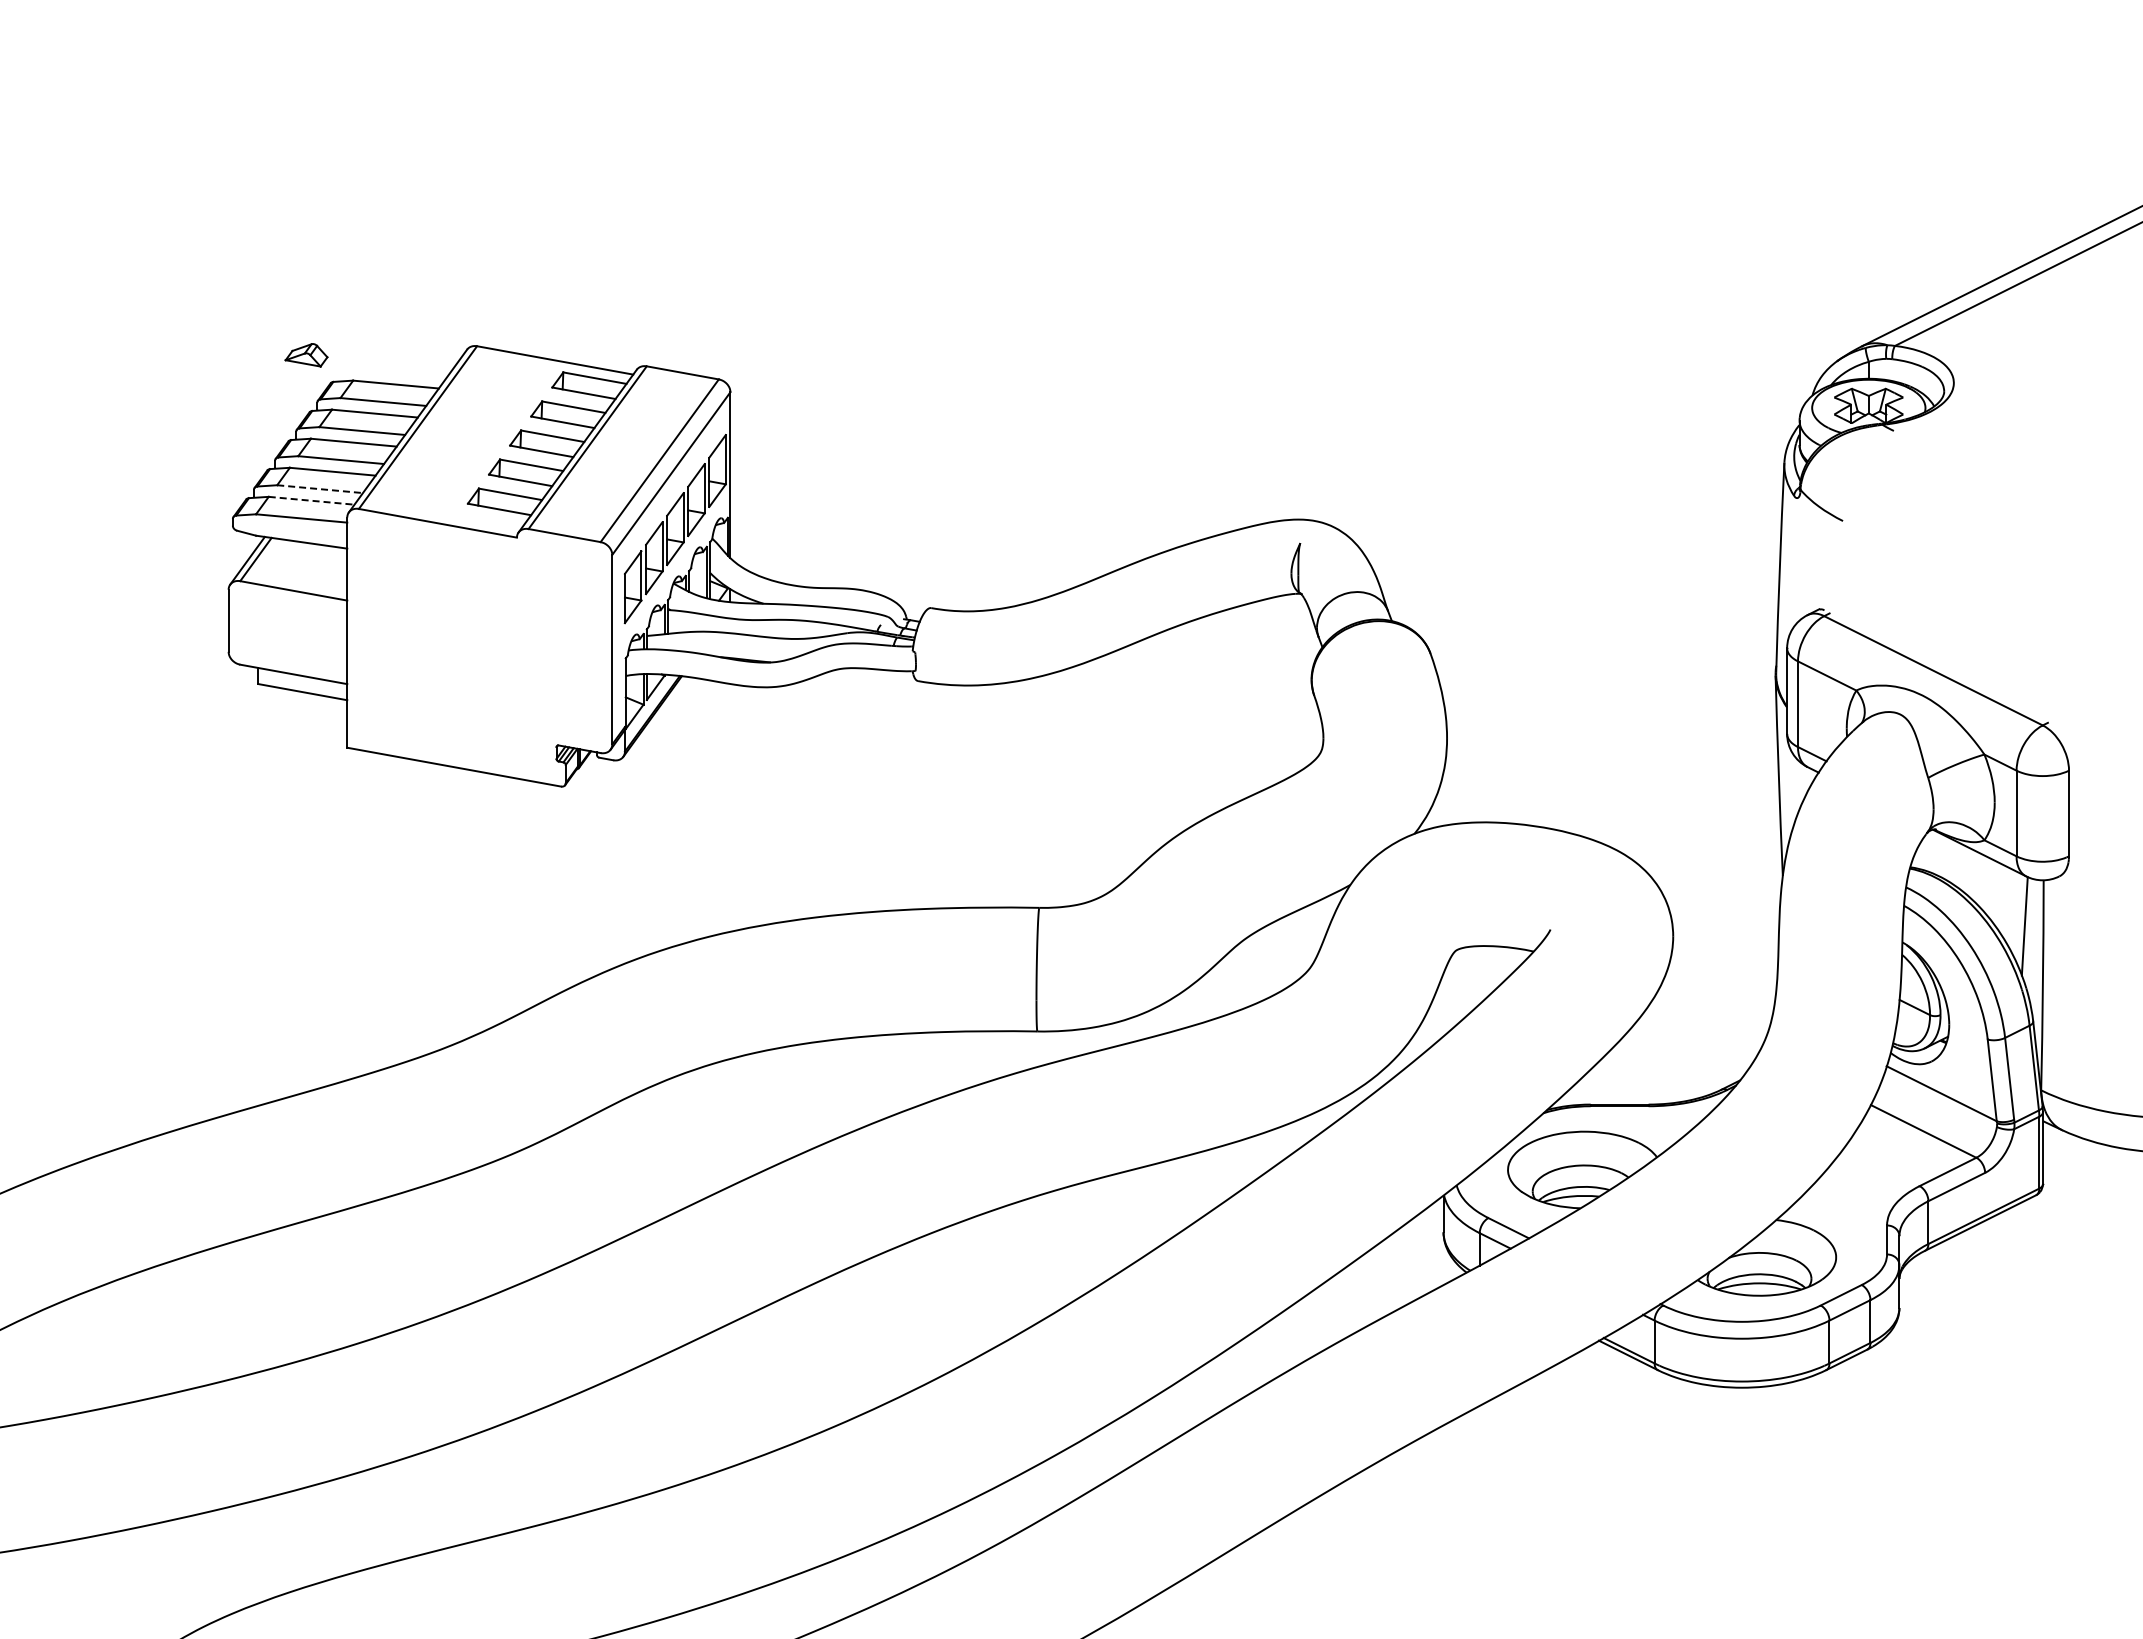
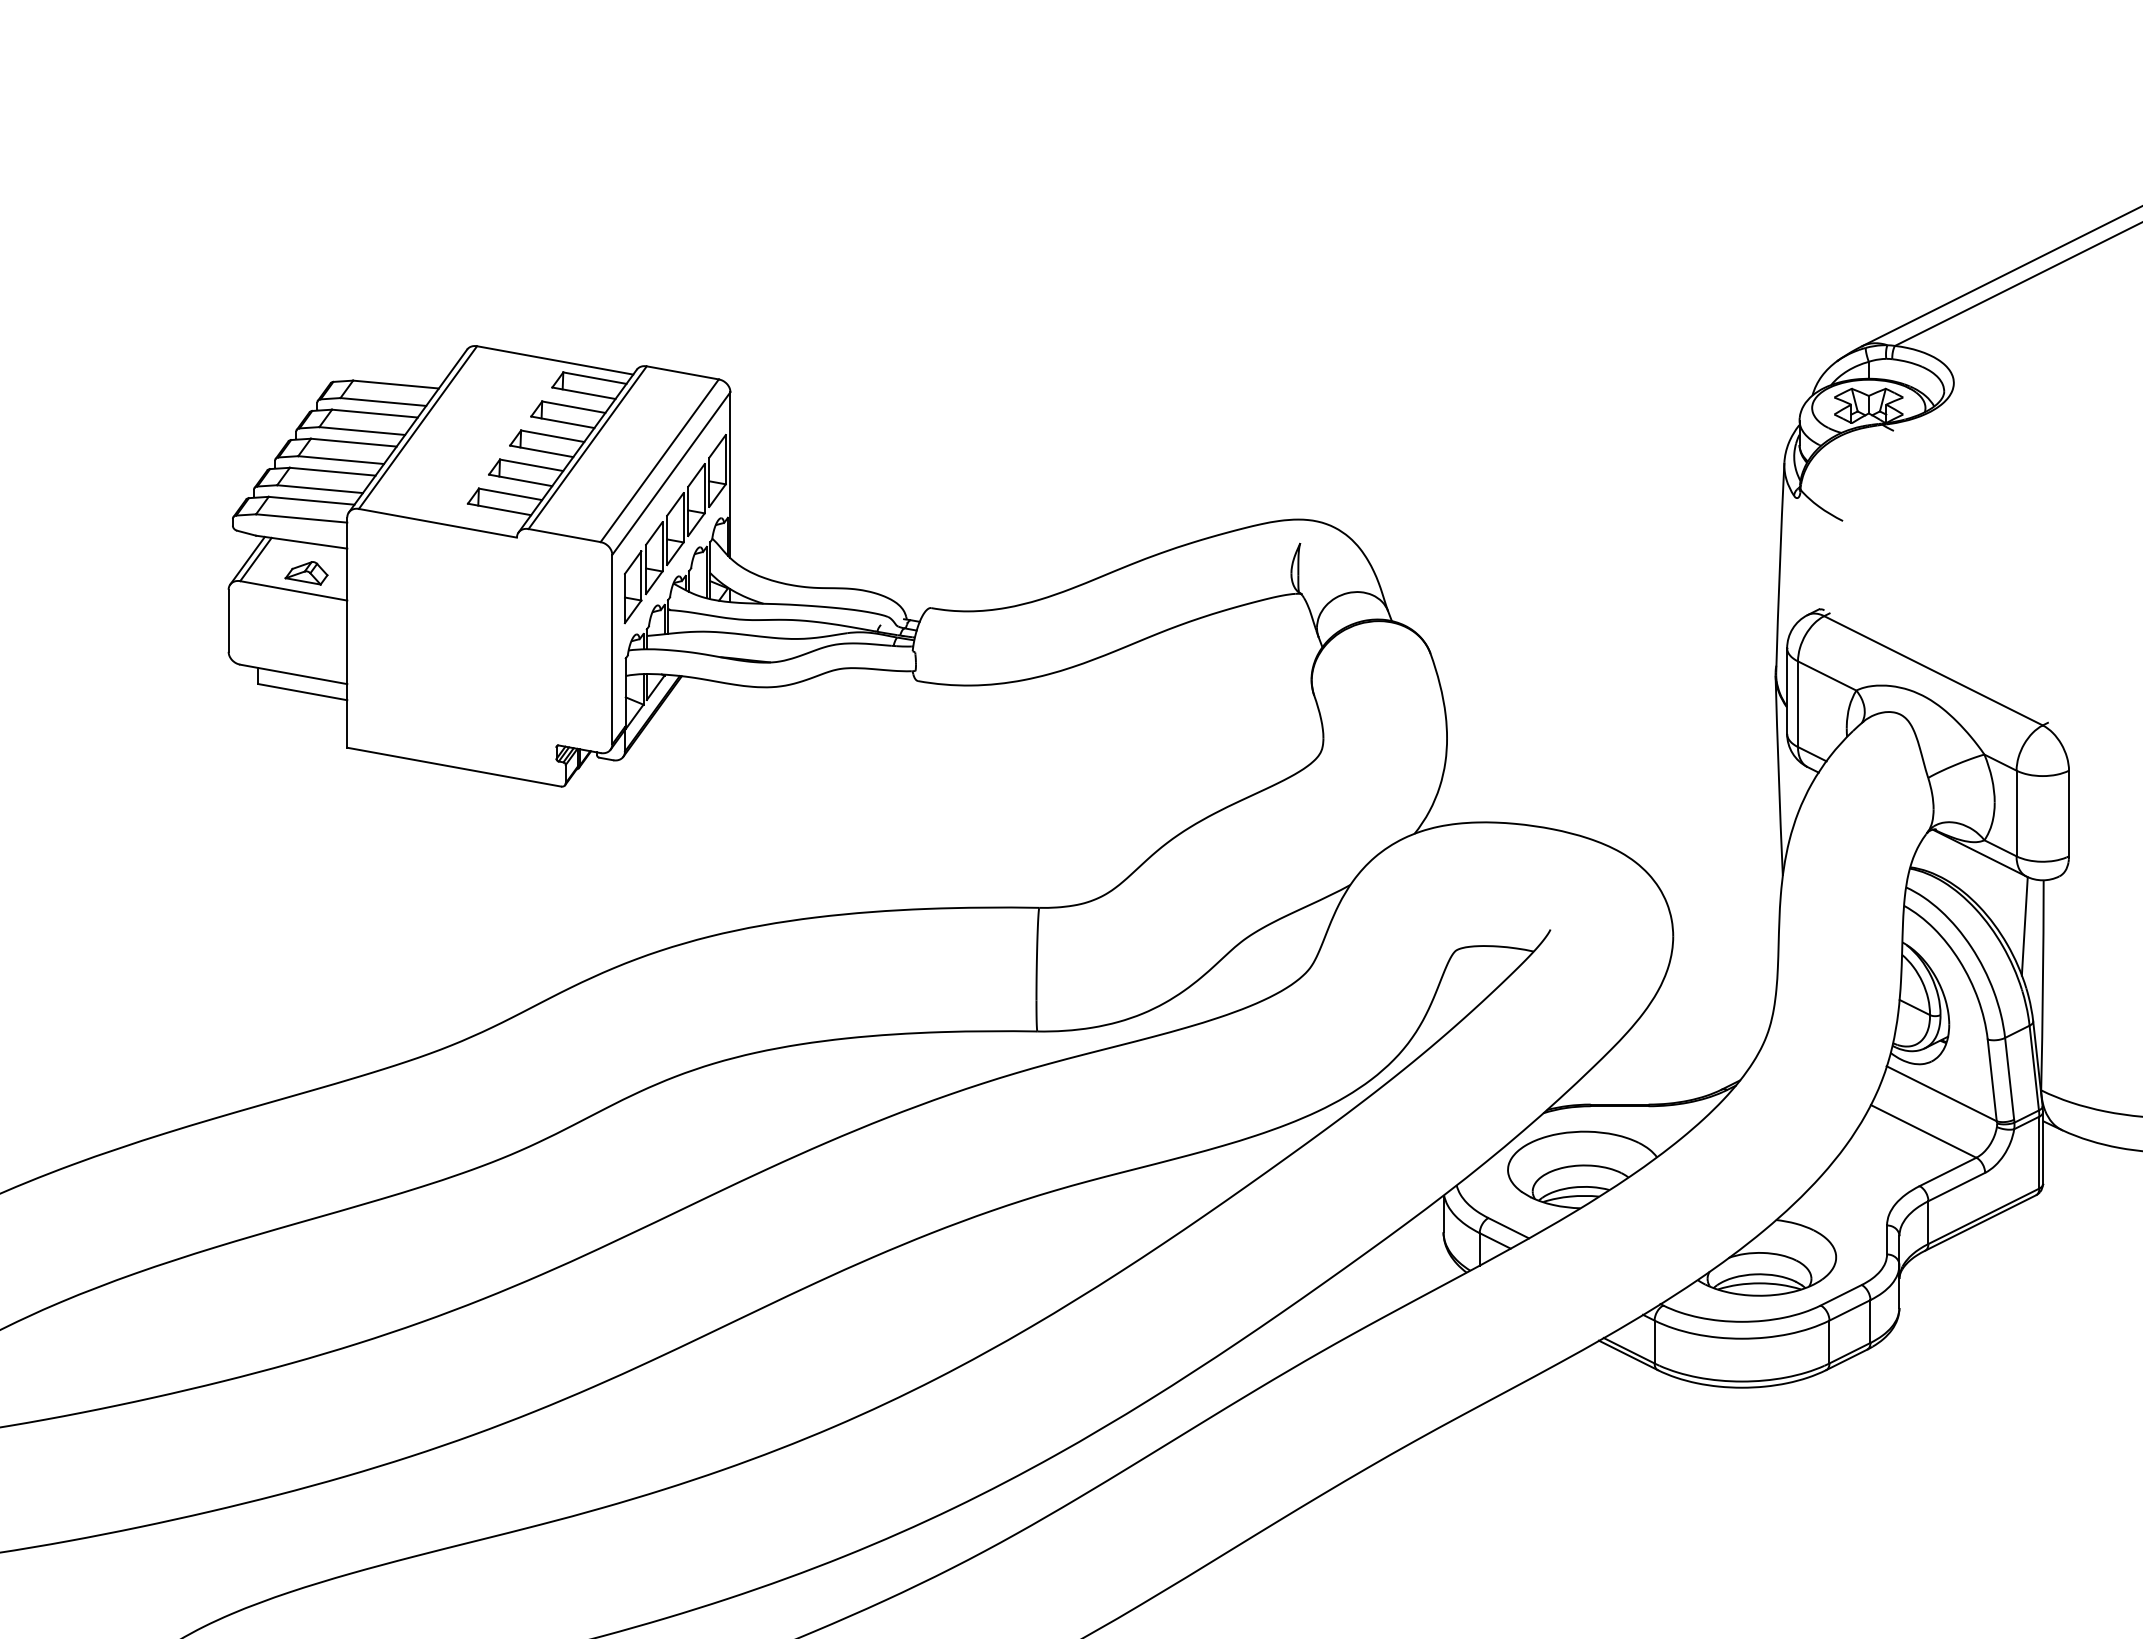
part at (306, 355) position: (306, 355) -> (306, 573)
line at (320, 489): dashed -> solid
line at (312, 500): dashed -> solid
